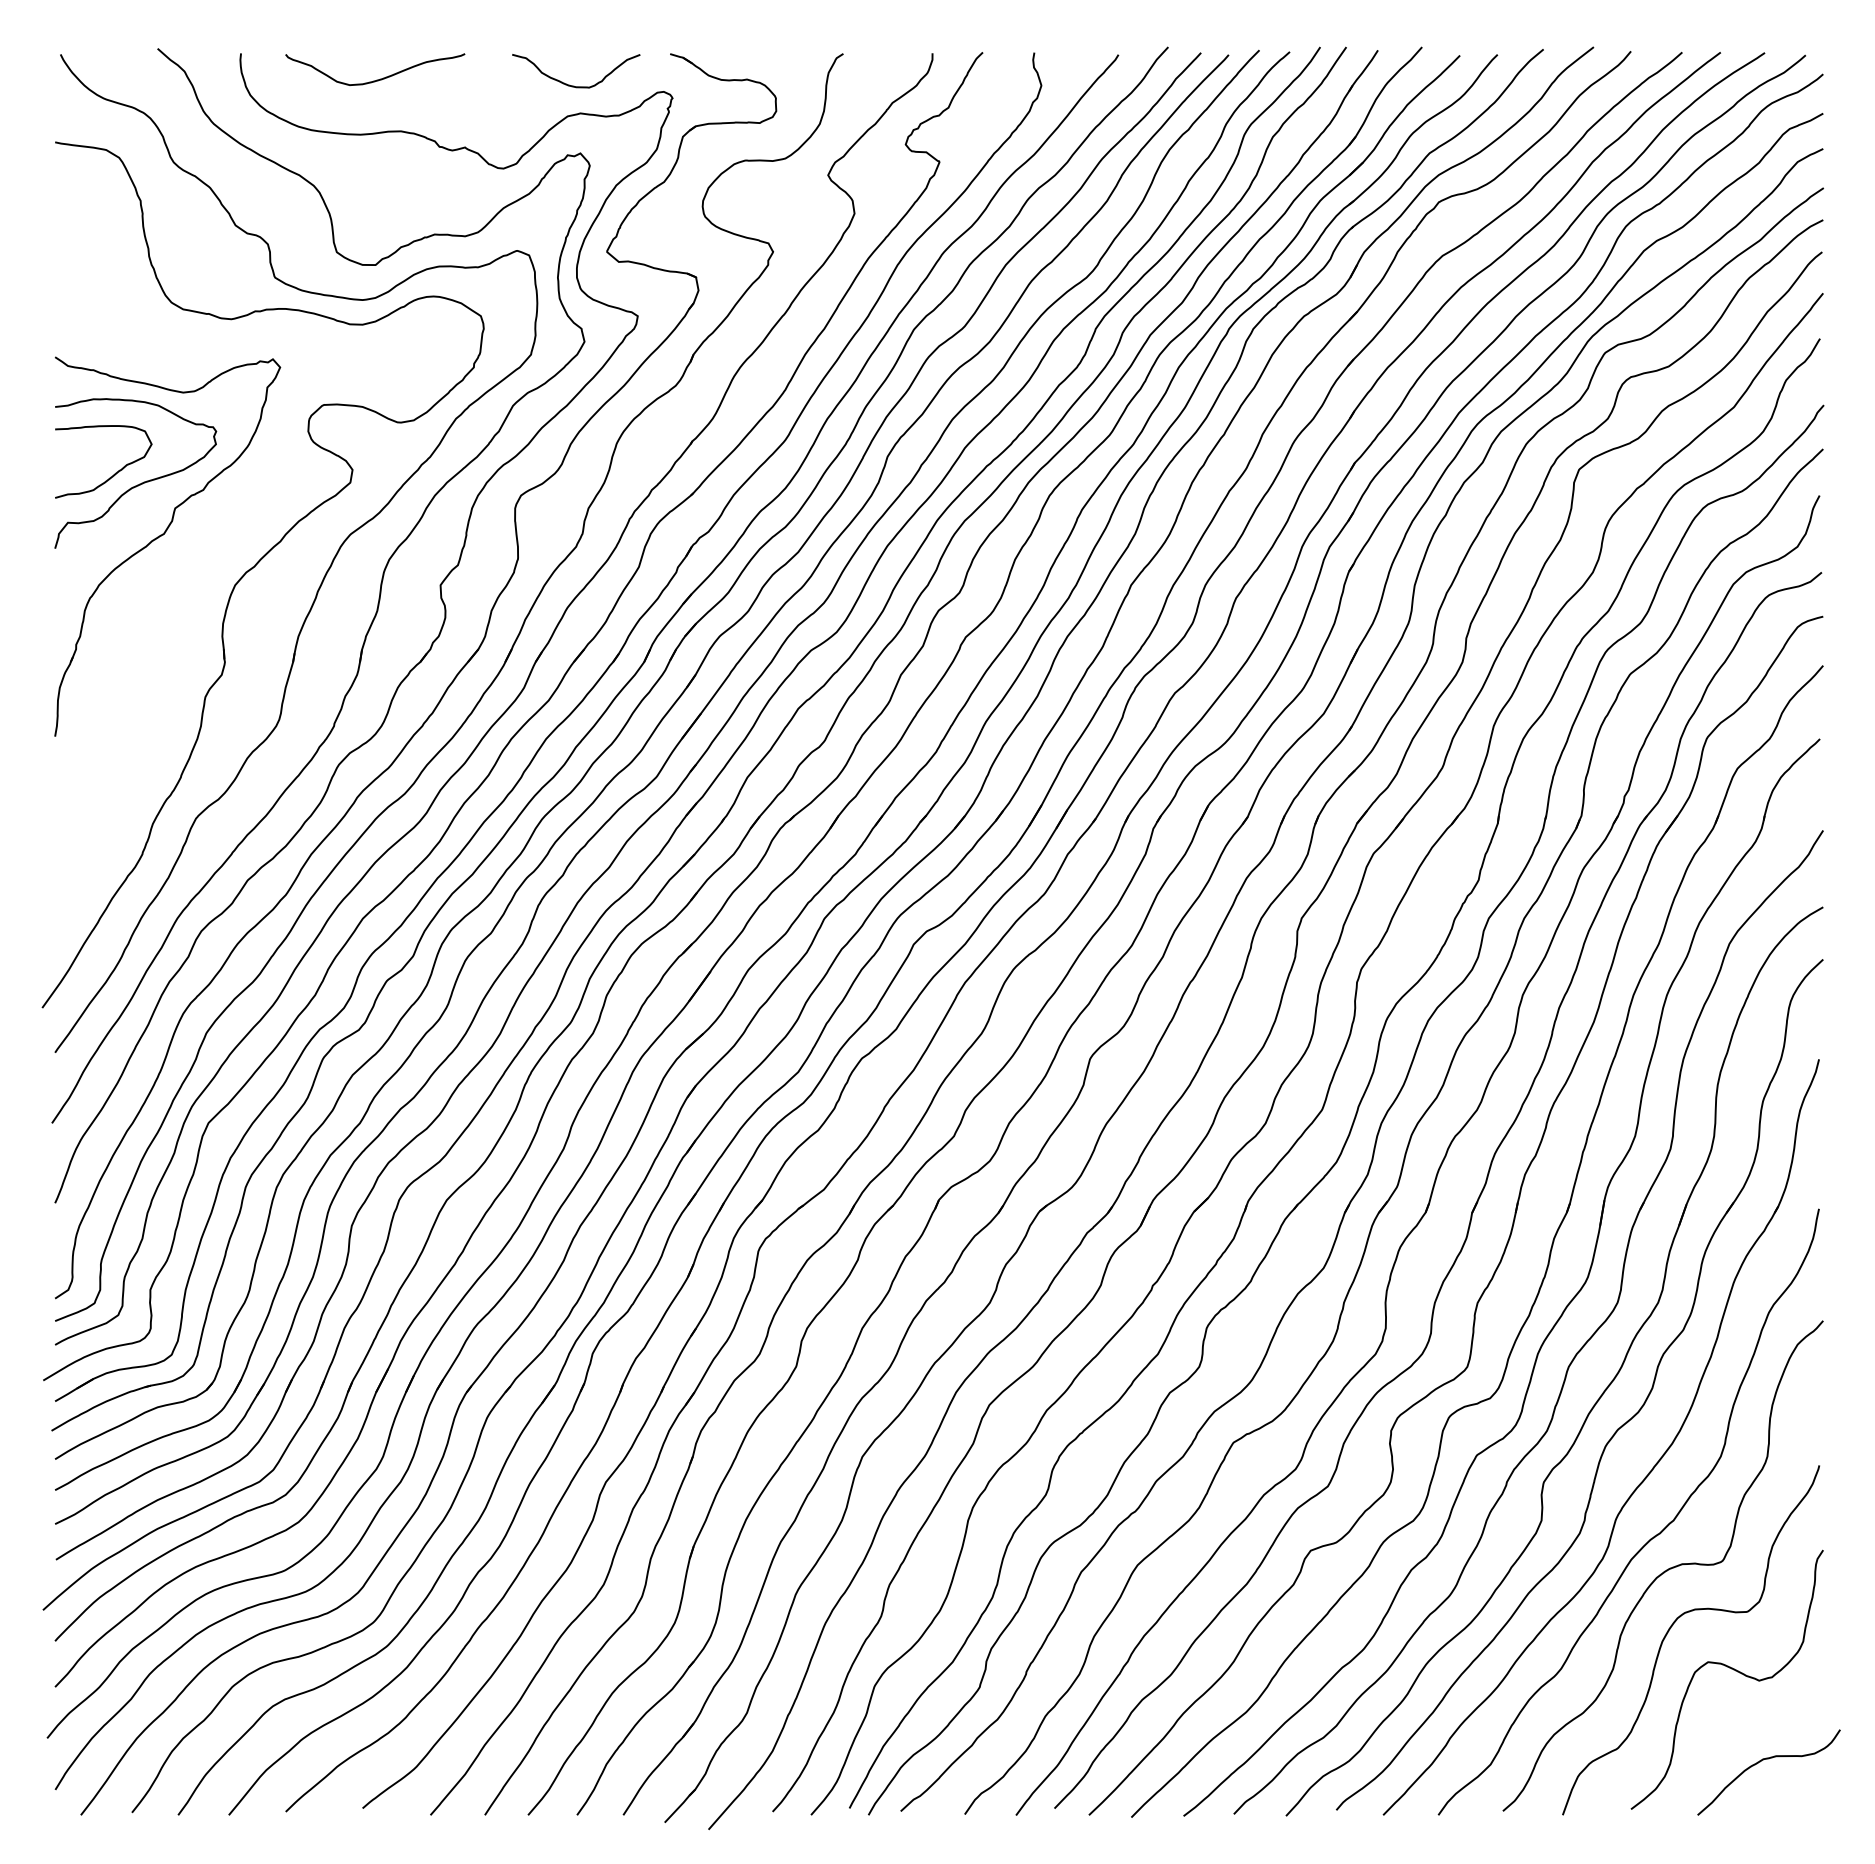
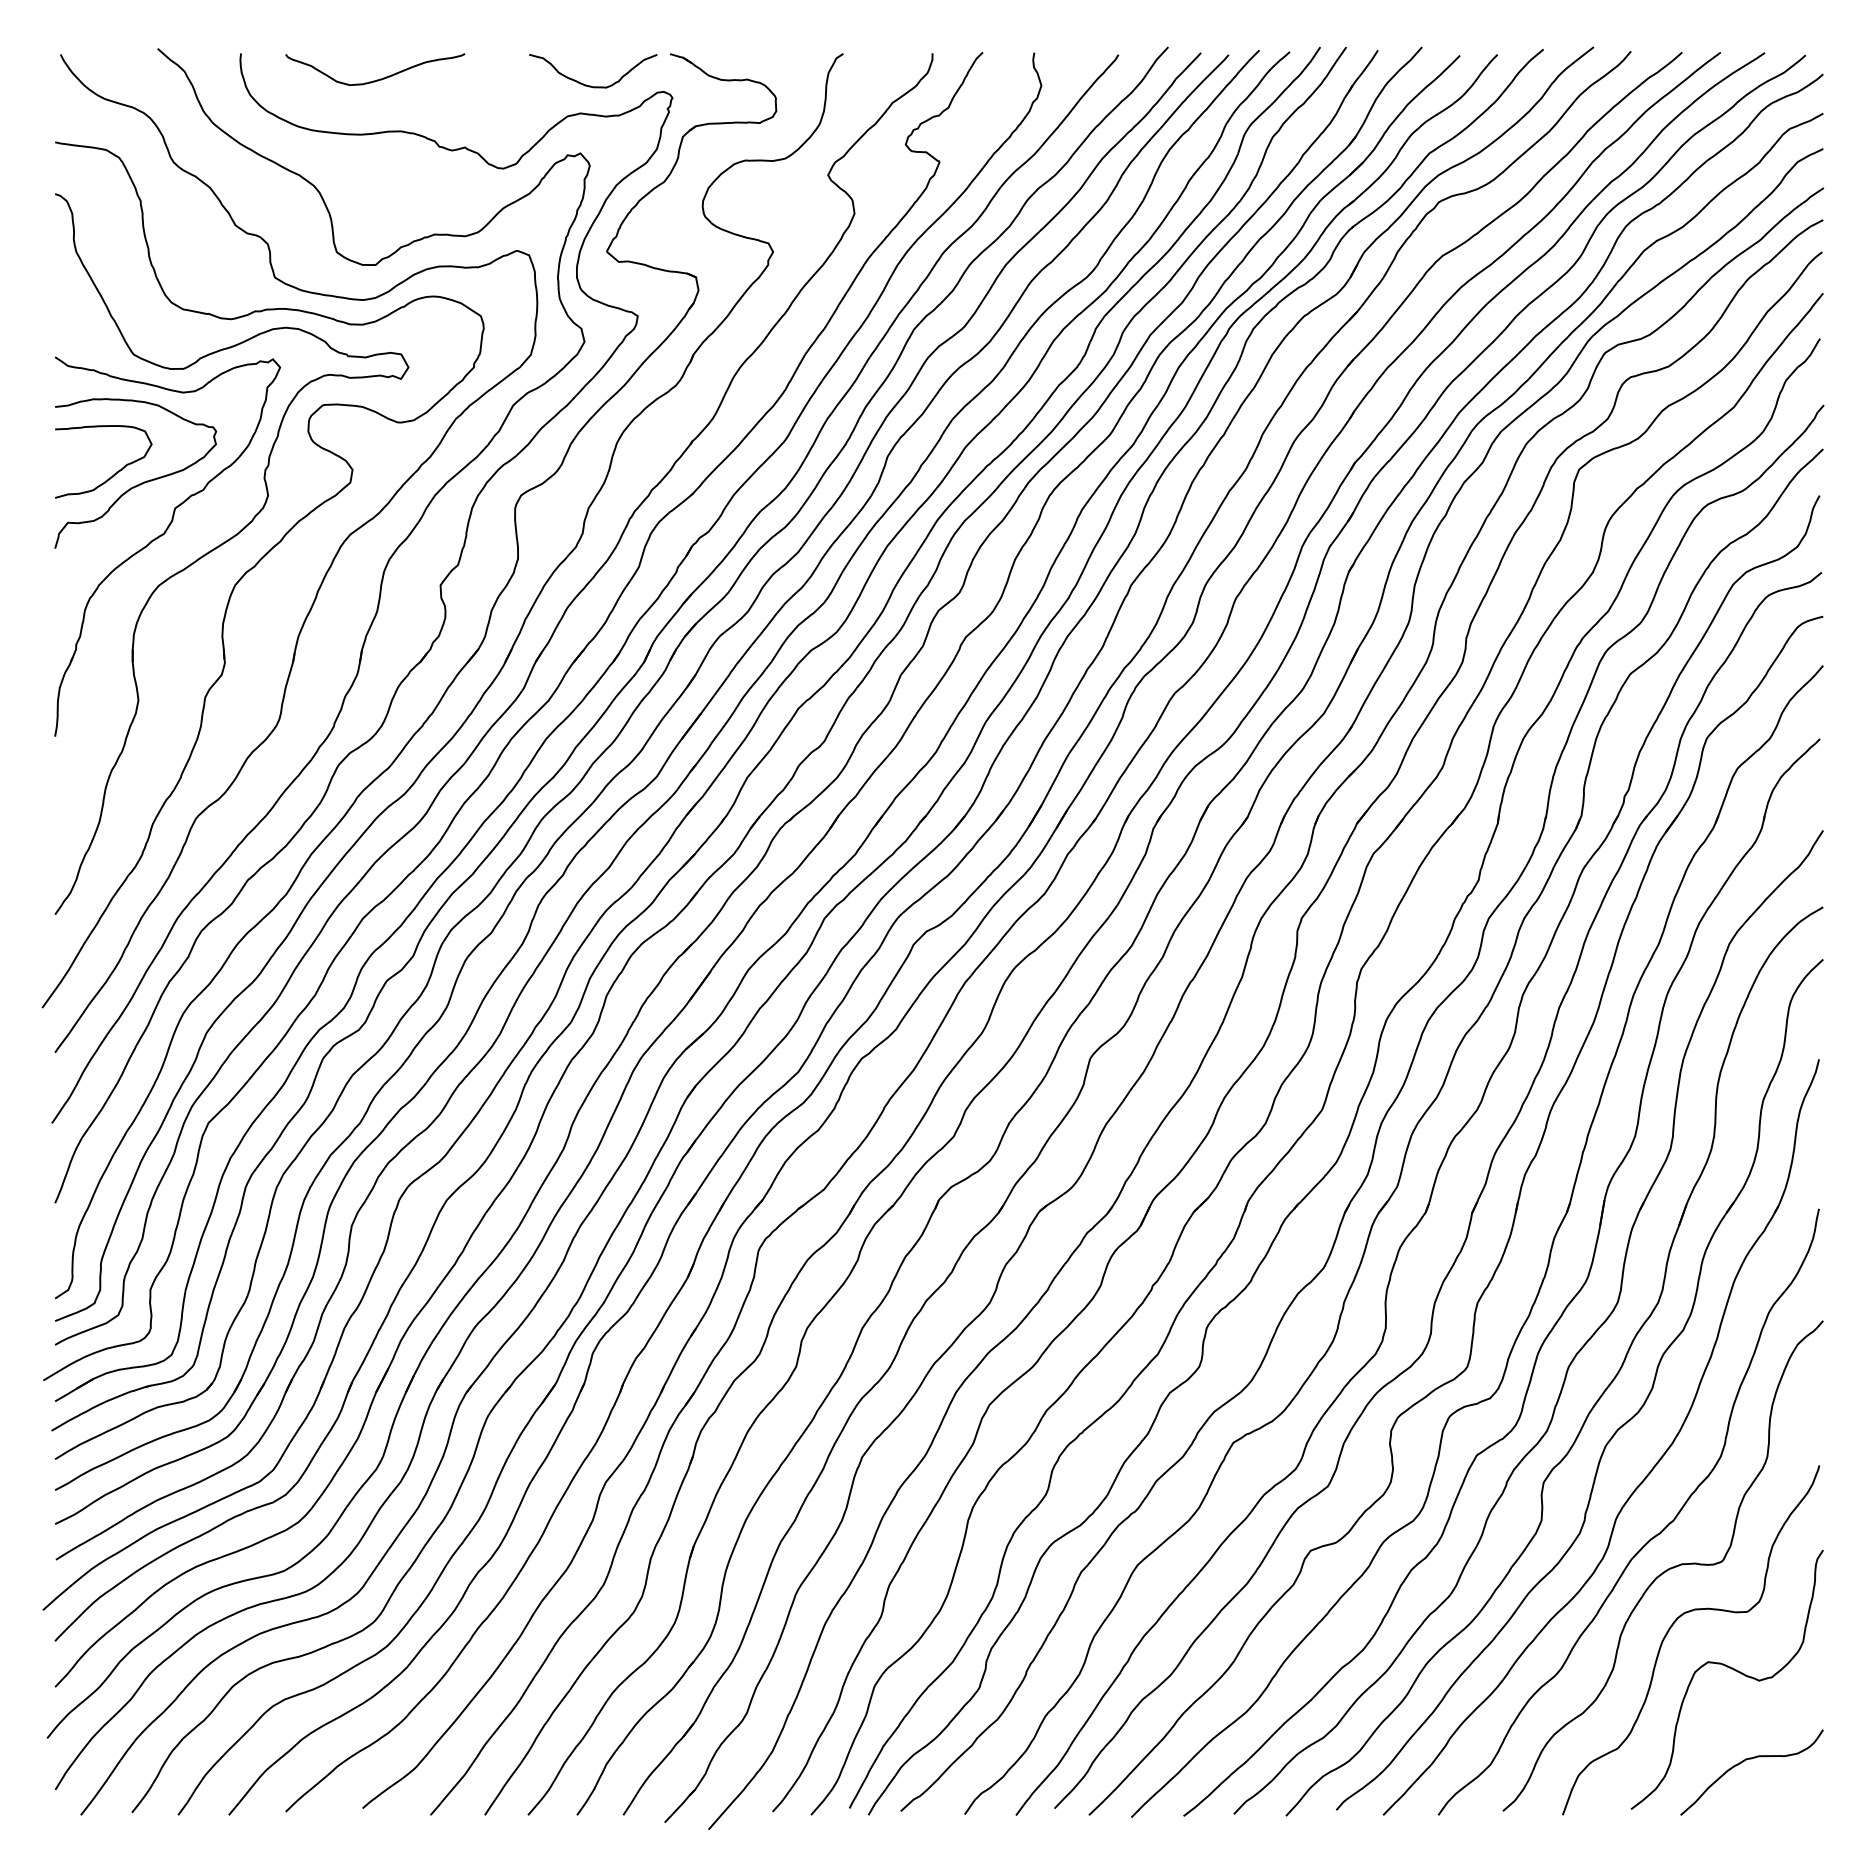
curve at (574, 85) position: (574, 85) -> (591, 85)
part at (225, 543): none -> present
curve at (1760, 1762) position: (1760, 1762) -> (1743, 1762)
